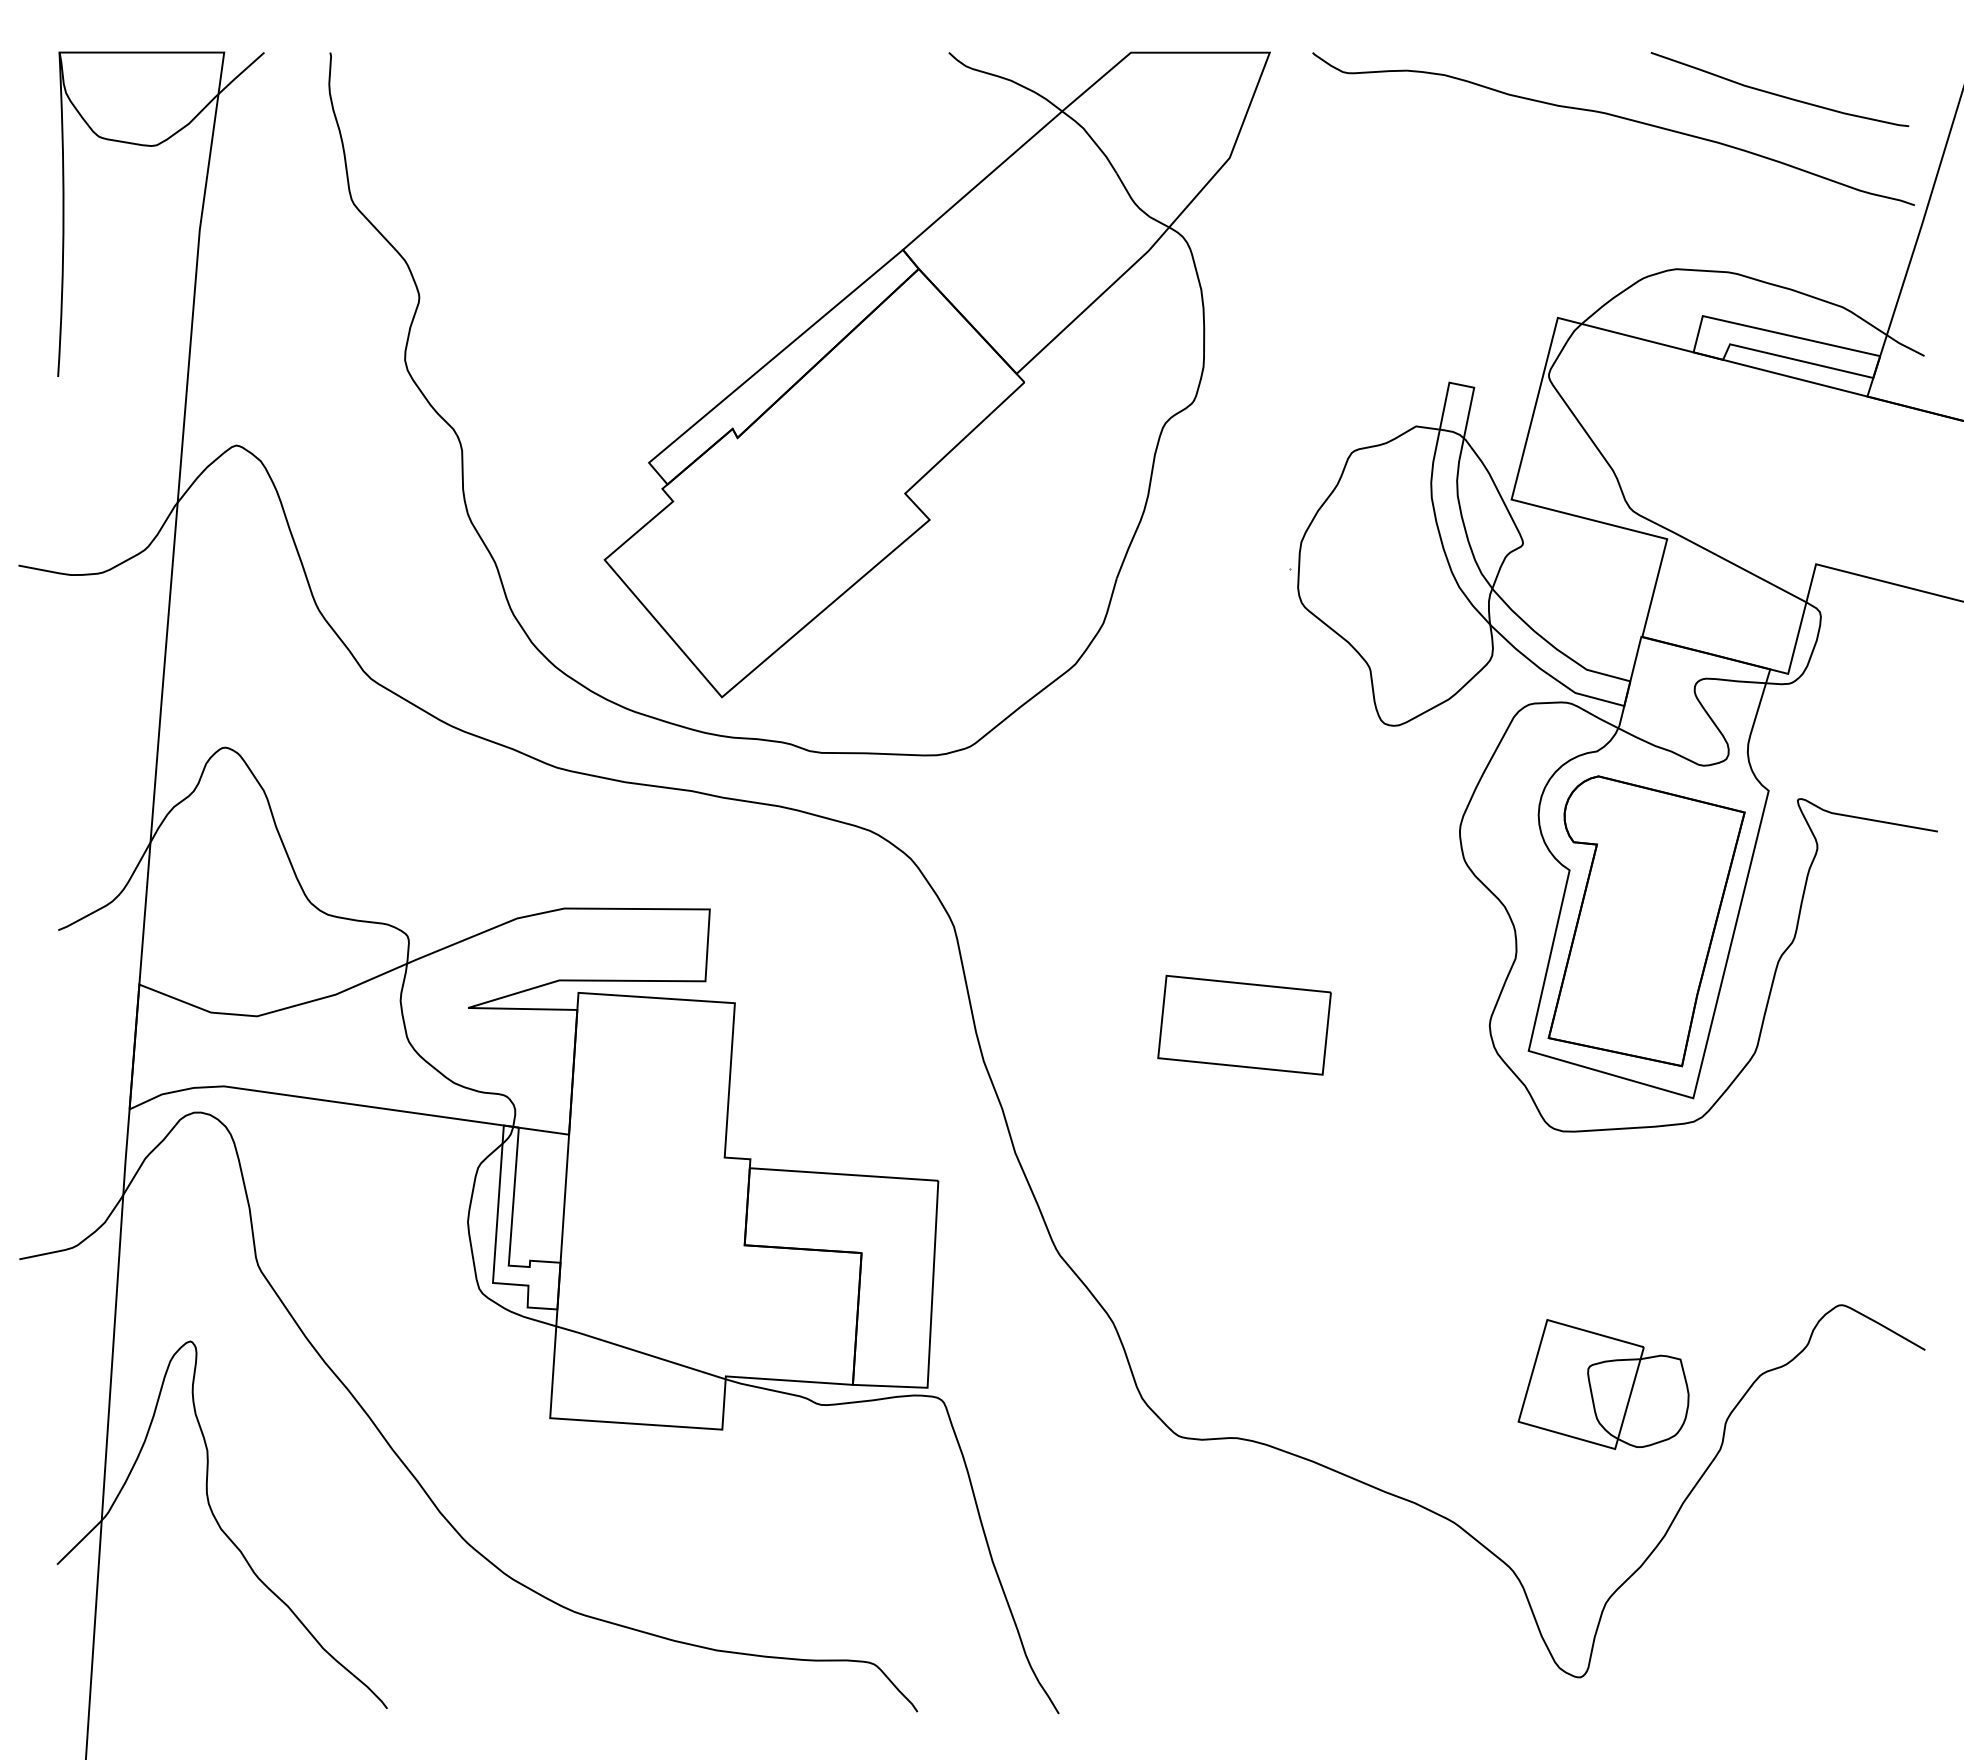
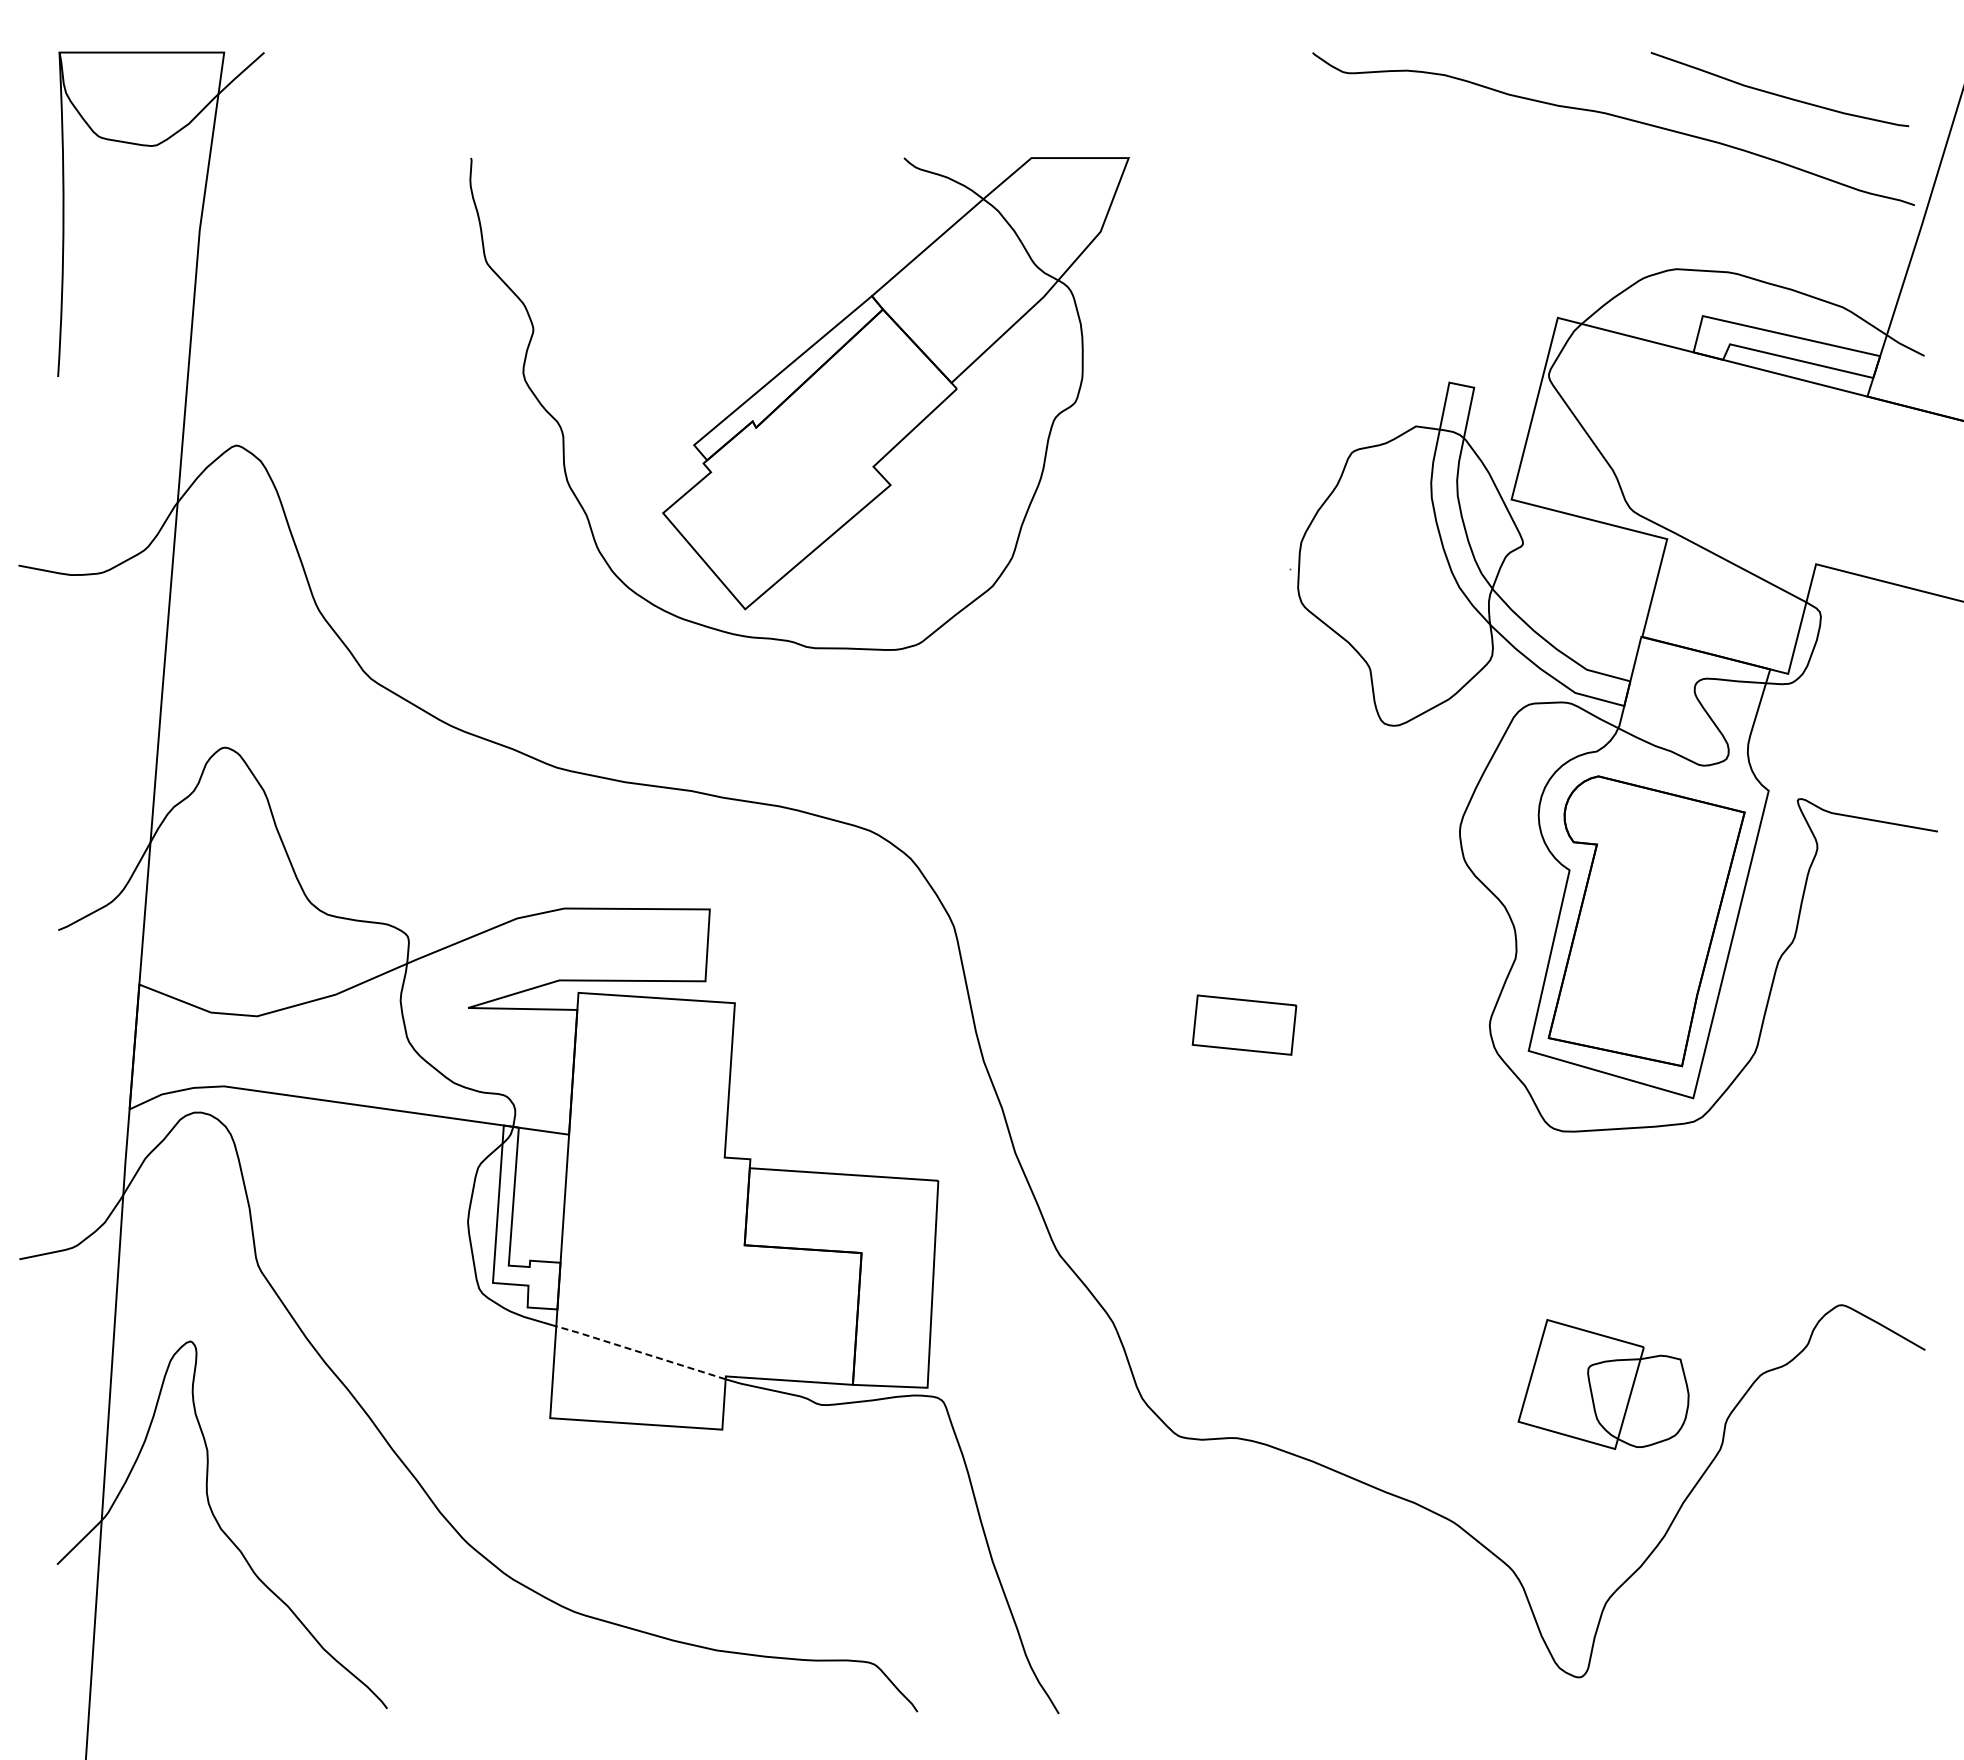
part at (799, 403) size: 943x706 px -> 661x494 px
part at (1244, 1024) size: 175x102 px -> 107x62 px
line at (640, 1352): solid -> dashed
